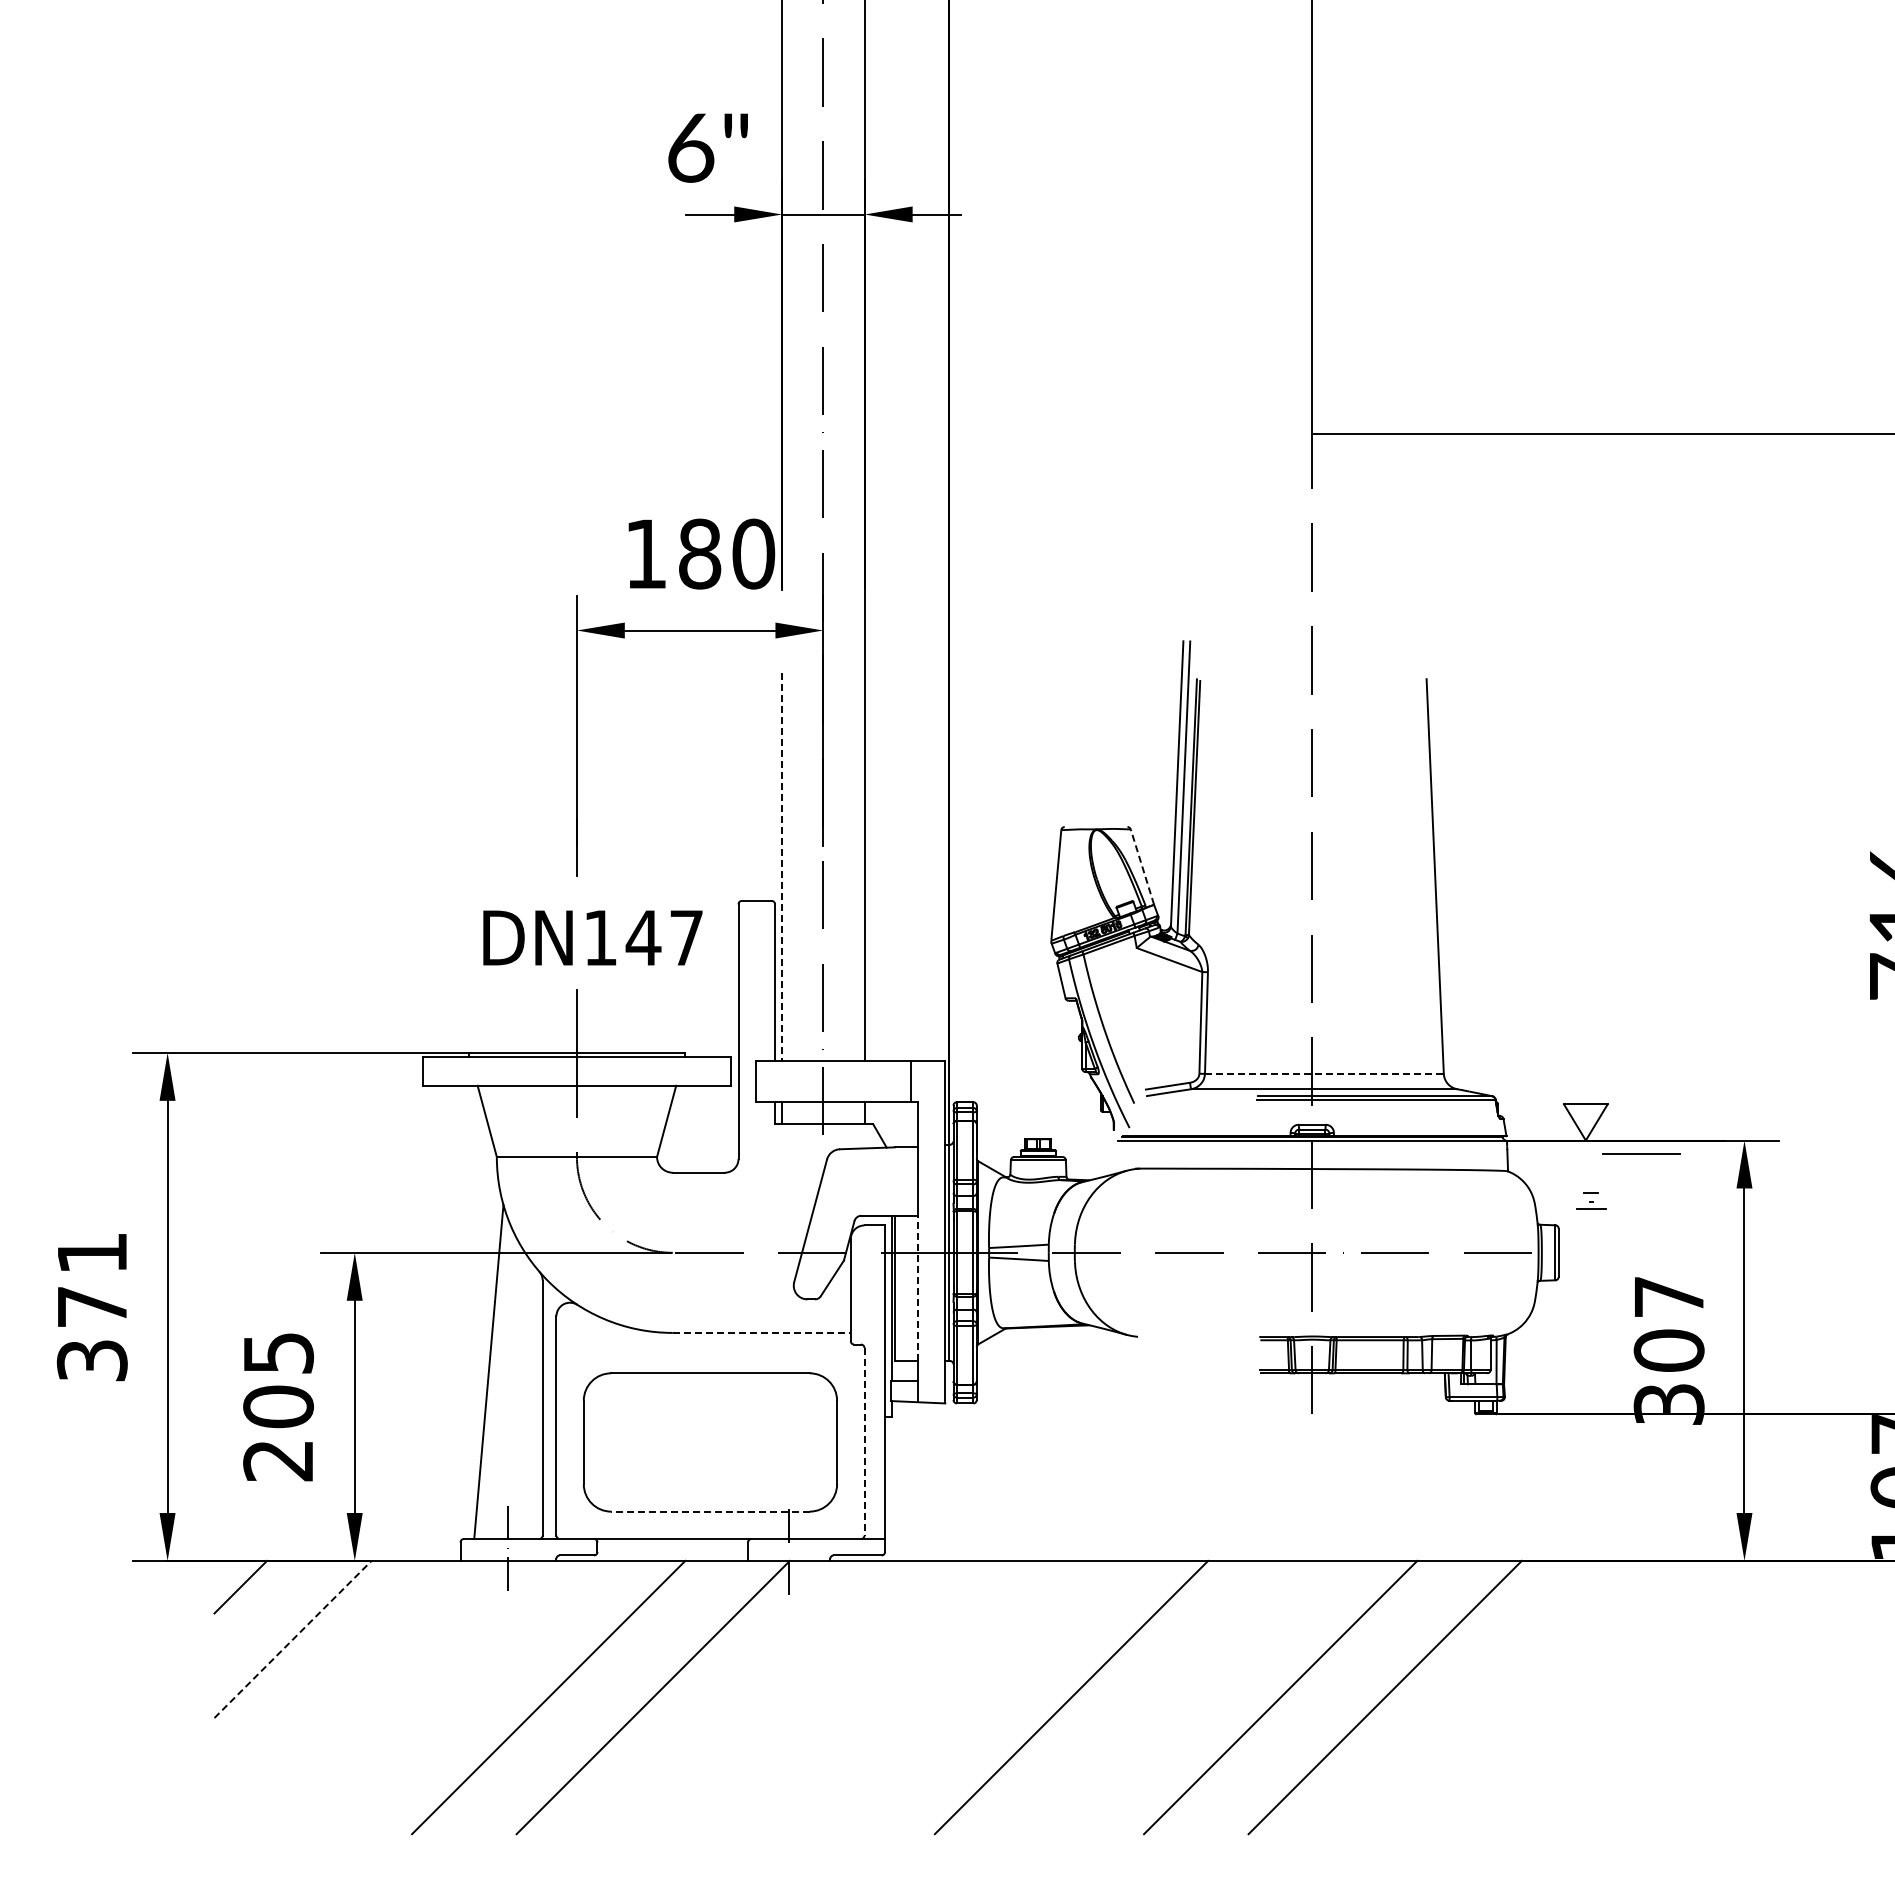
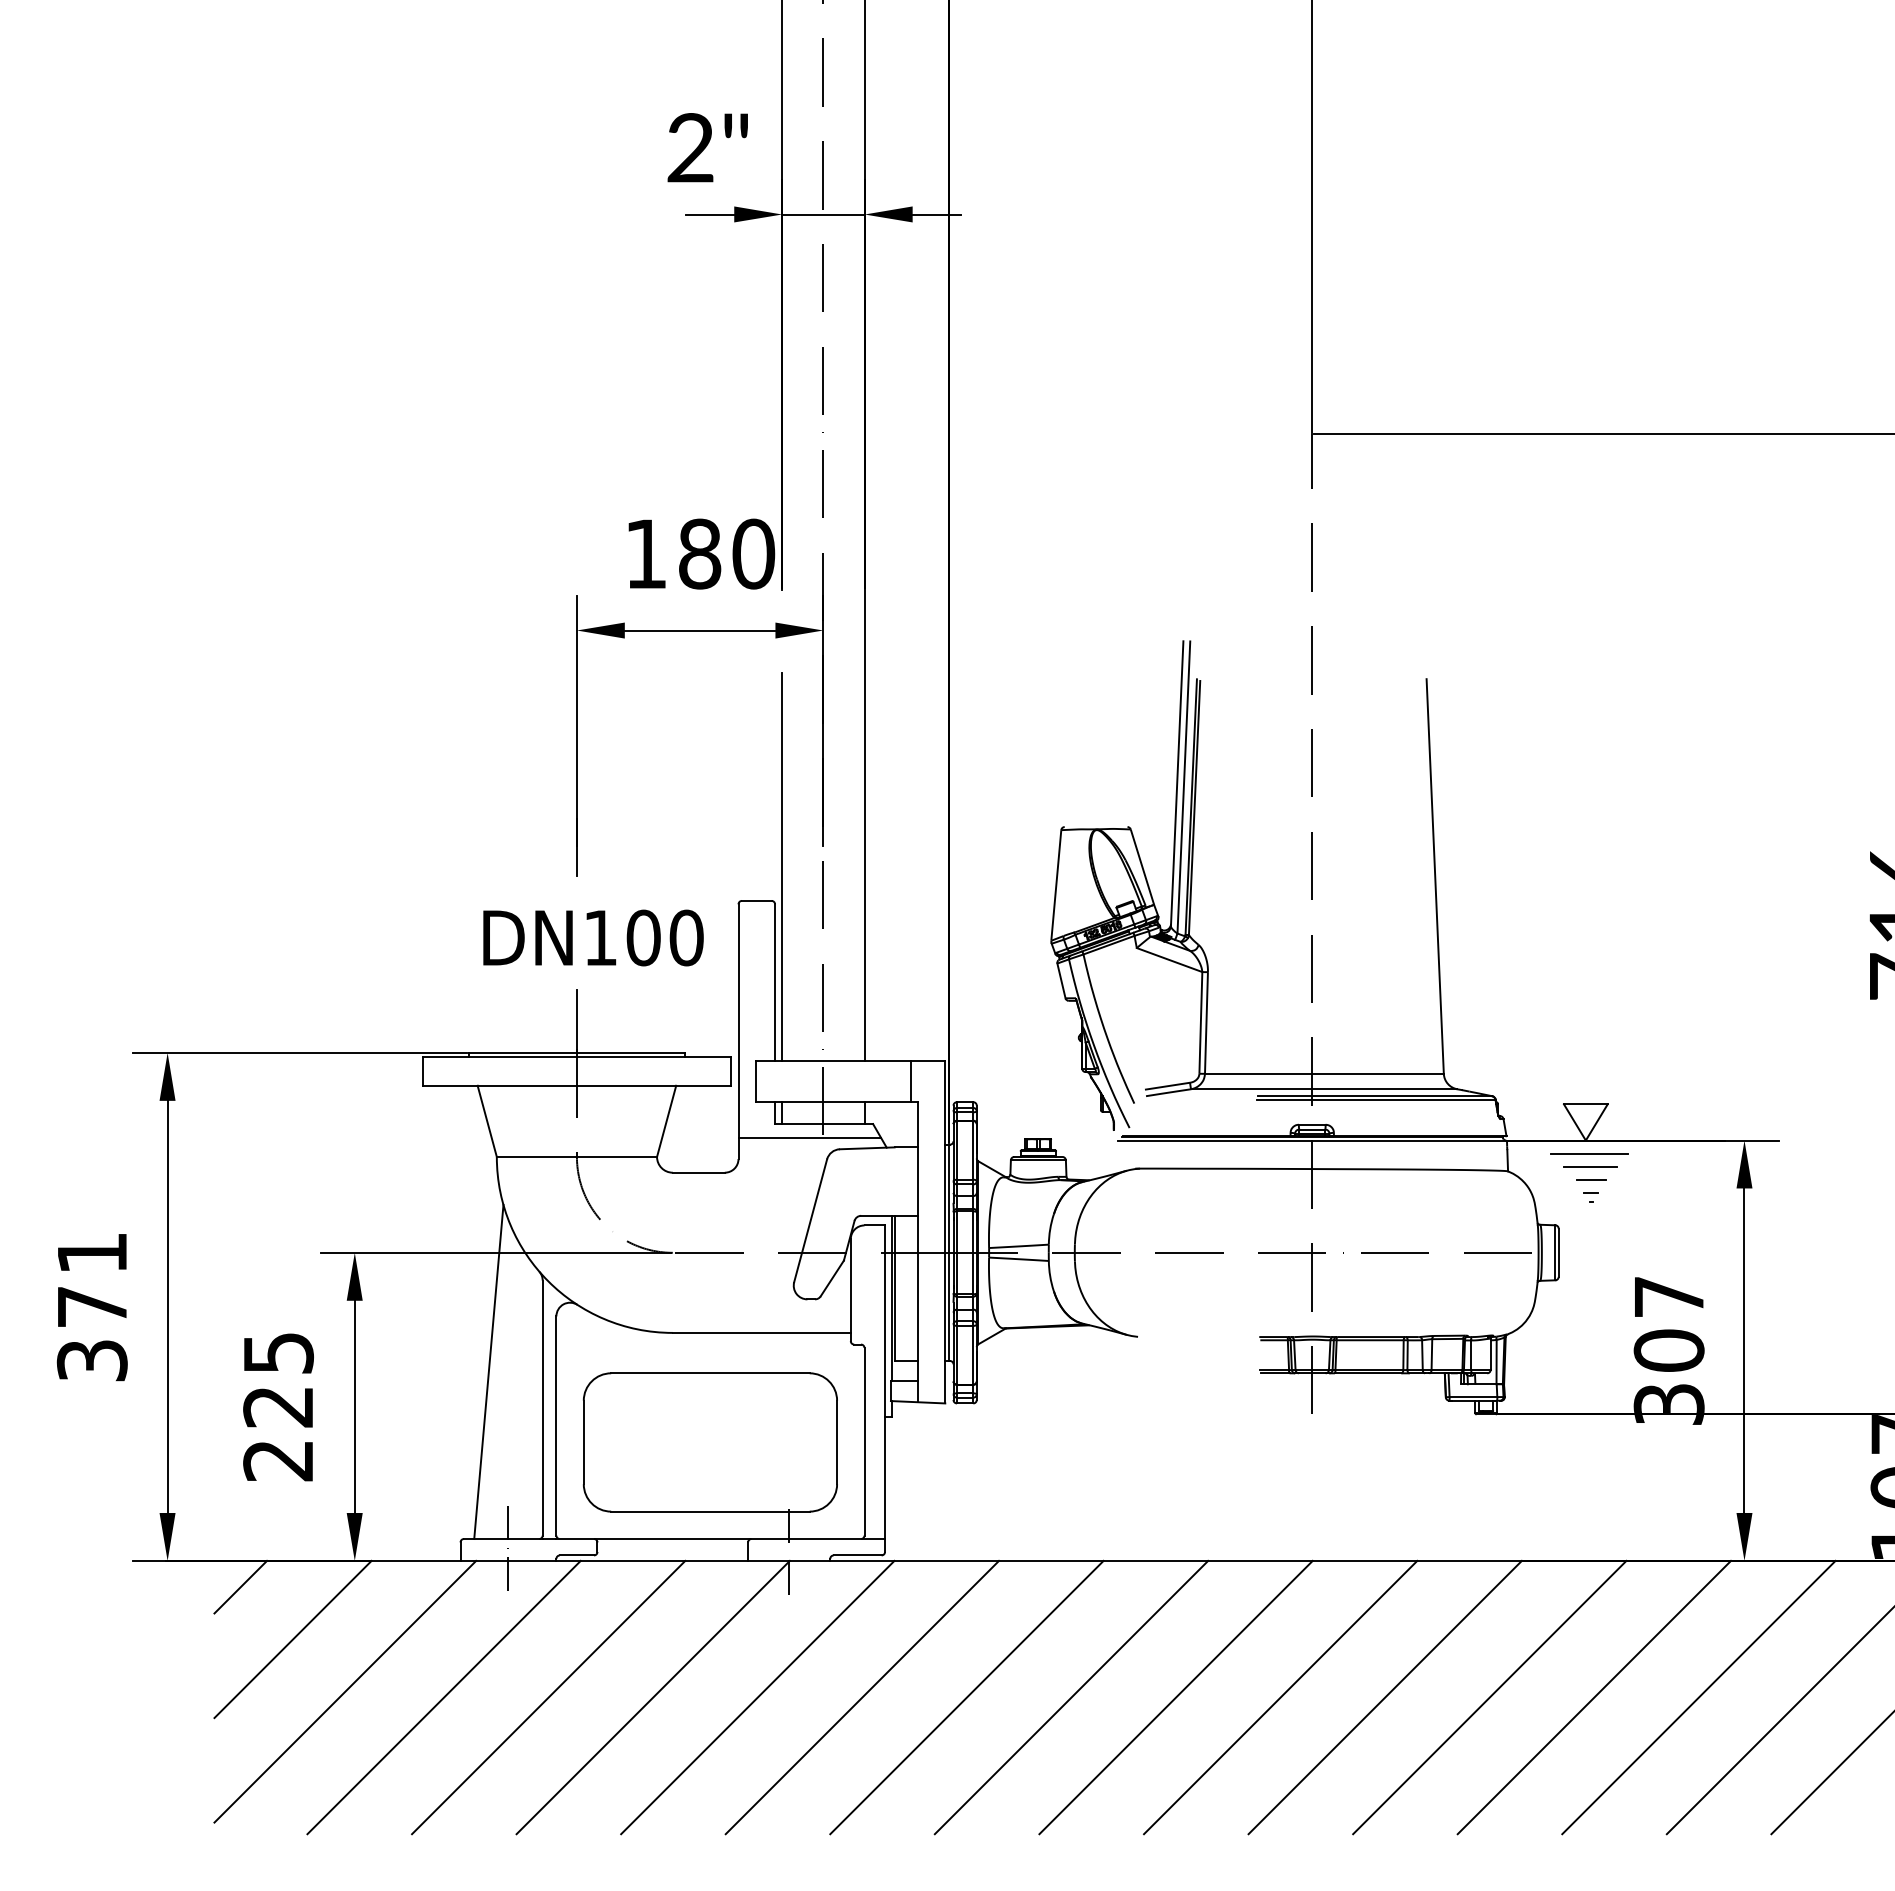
text at (690, 147): 6" -> 2"
line at (1142, 866): dashed -> solid
line at (782, 867): dashed -> solid
text at (664, 937): DN147 -> DN100
line at (1324, 1073): dashed -> solid
line at (809, 1137): none -> present
line at (1641, 1153) position: (1641, 1153) -> (1589, 1153)
line at (1589, 1167): none -> present
line at (1591, 1208) position: (1591, 1208) -> (1591, 1179)
line at (917, 1288): dashed -> solid
line at (762, 1332): dashed -> solid
text at (278, 1406): 205 -> 225
line at (864, 1441): dashed -> solid
line at (709, 1511): dashed -> solid
line at (293, 1639): dashed -> solid
line at (345, 1691): none -> present
line at (443, 1697): none -> present
line at (757, 1697): none -> present
line at (862, 1697): none -> present
line at (966, 1697): none -> present
line at (1175, 1697): none -> present
line at (1489, 1697): none -> present
line at (1594, 1697): none -> present
line at (1698, 1697): none -> present
line at (1778, 1721): none -> present
line at (1831, 1773): none -> present
